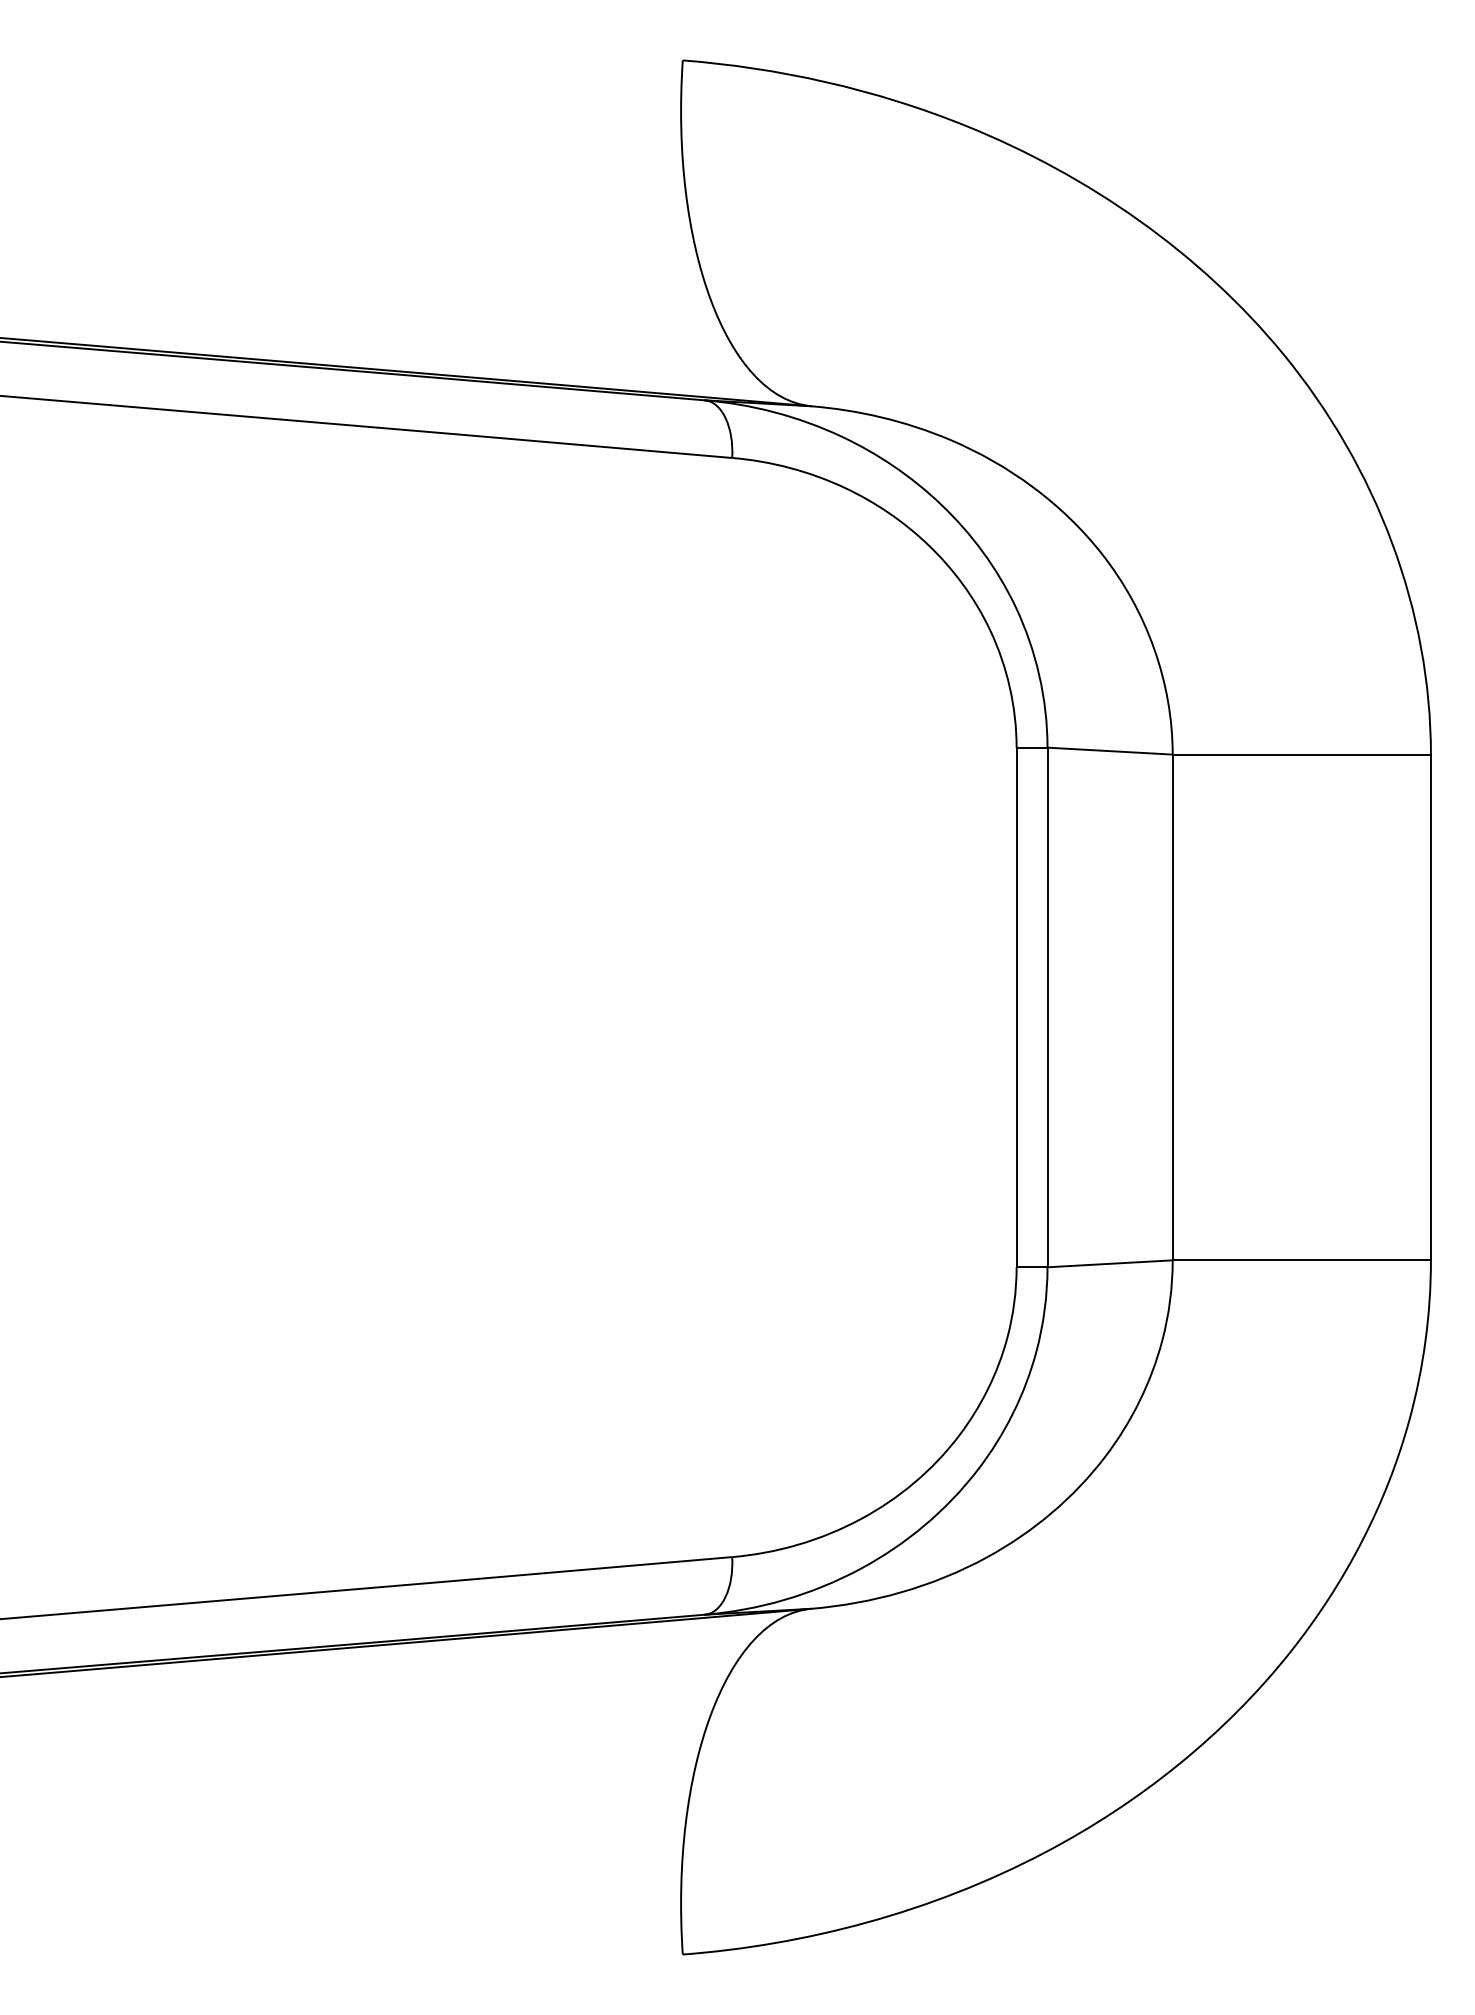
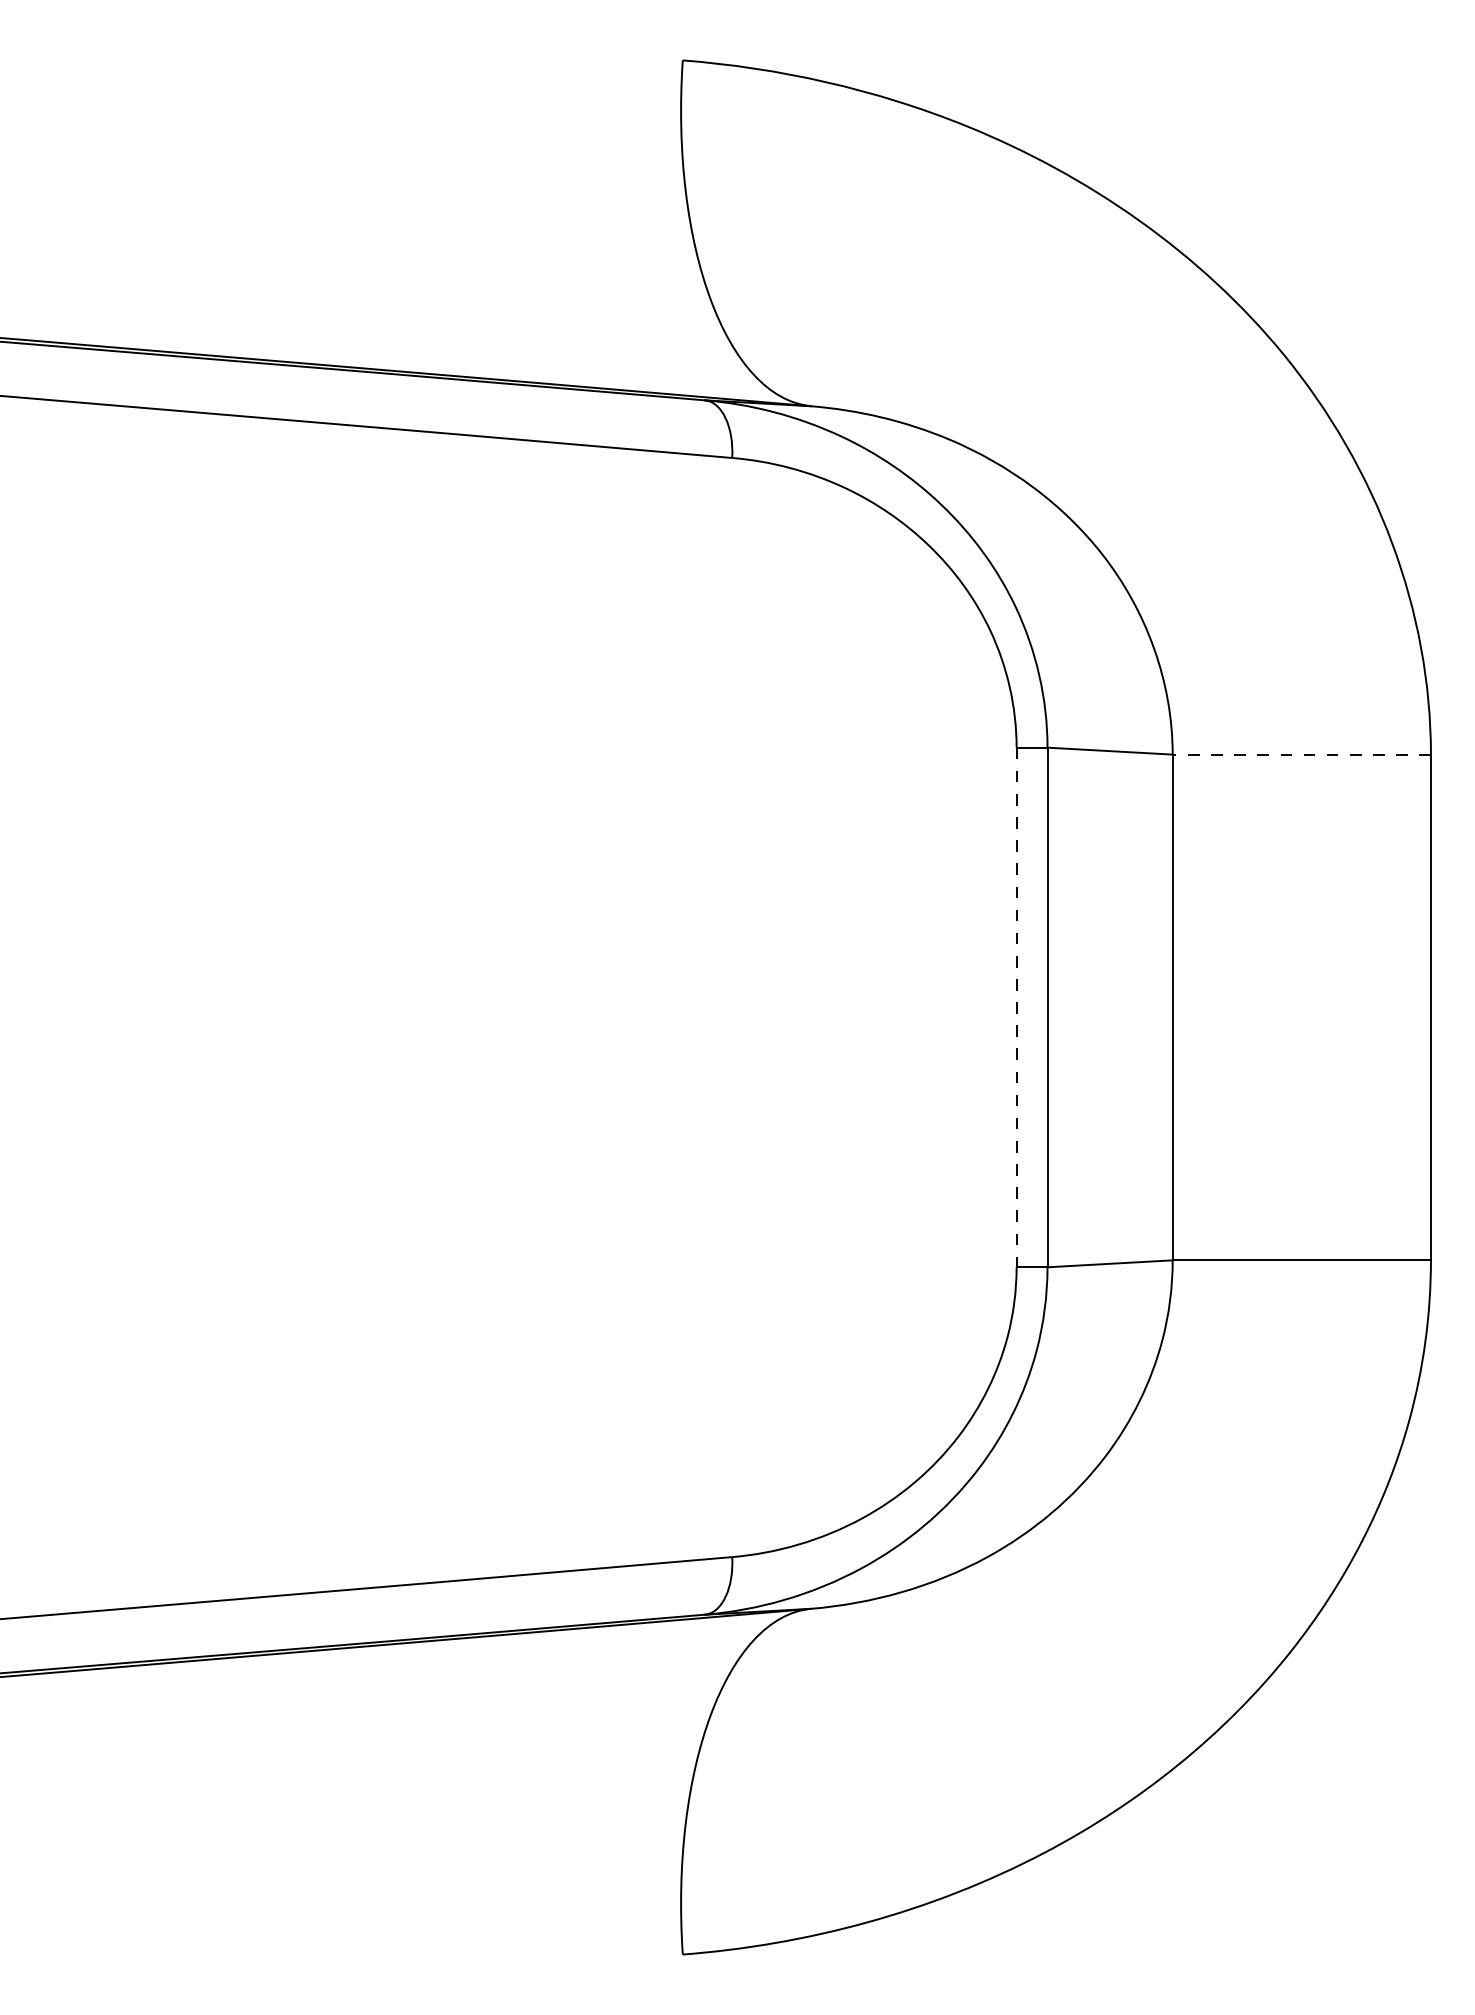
line at (1301, 754): solid -> dashed
line at (1016, 1007): solid -> dashed
